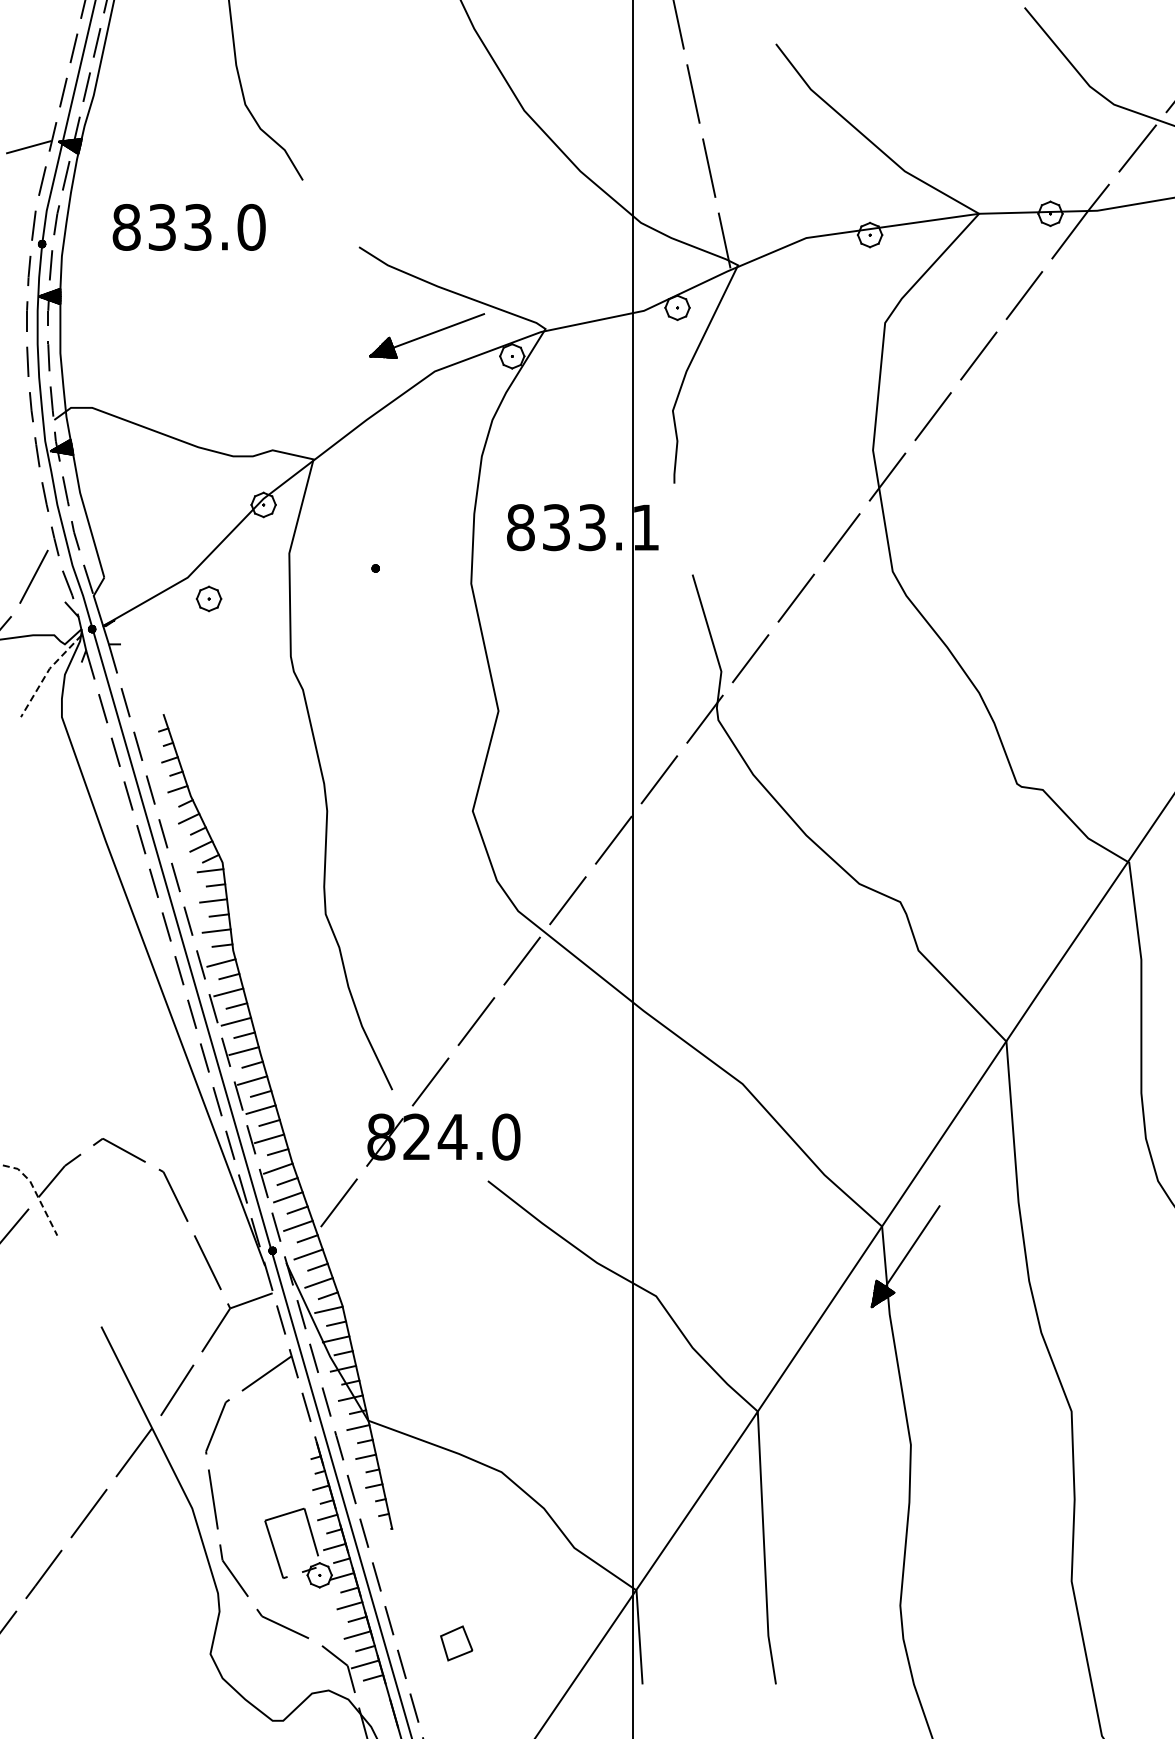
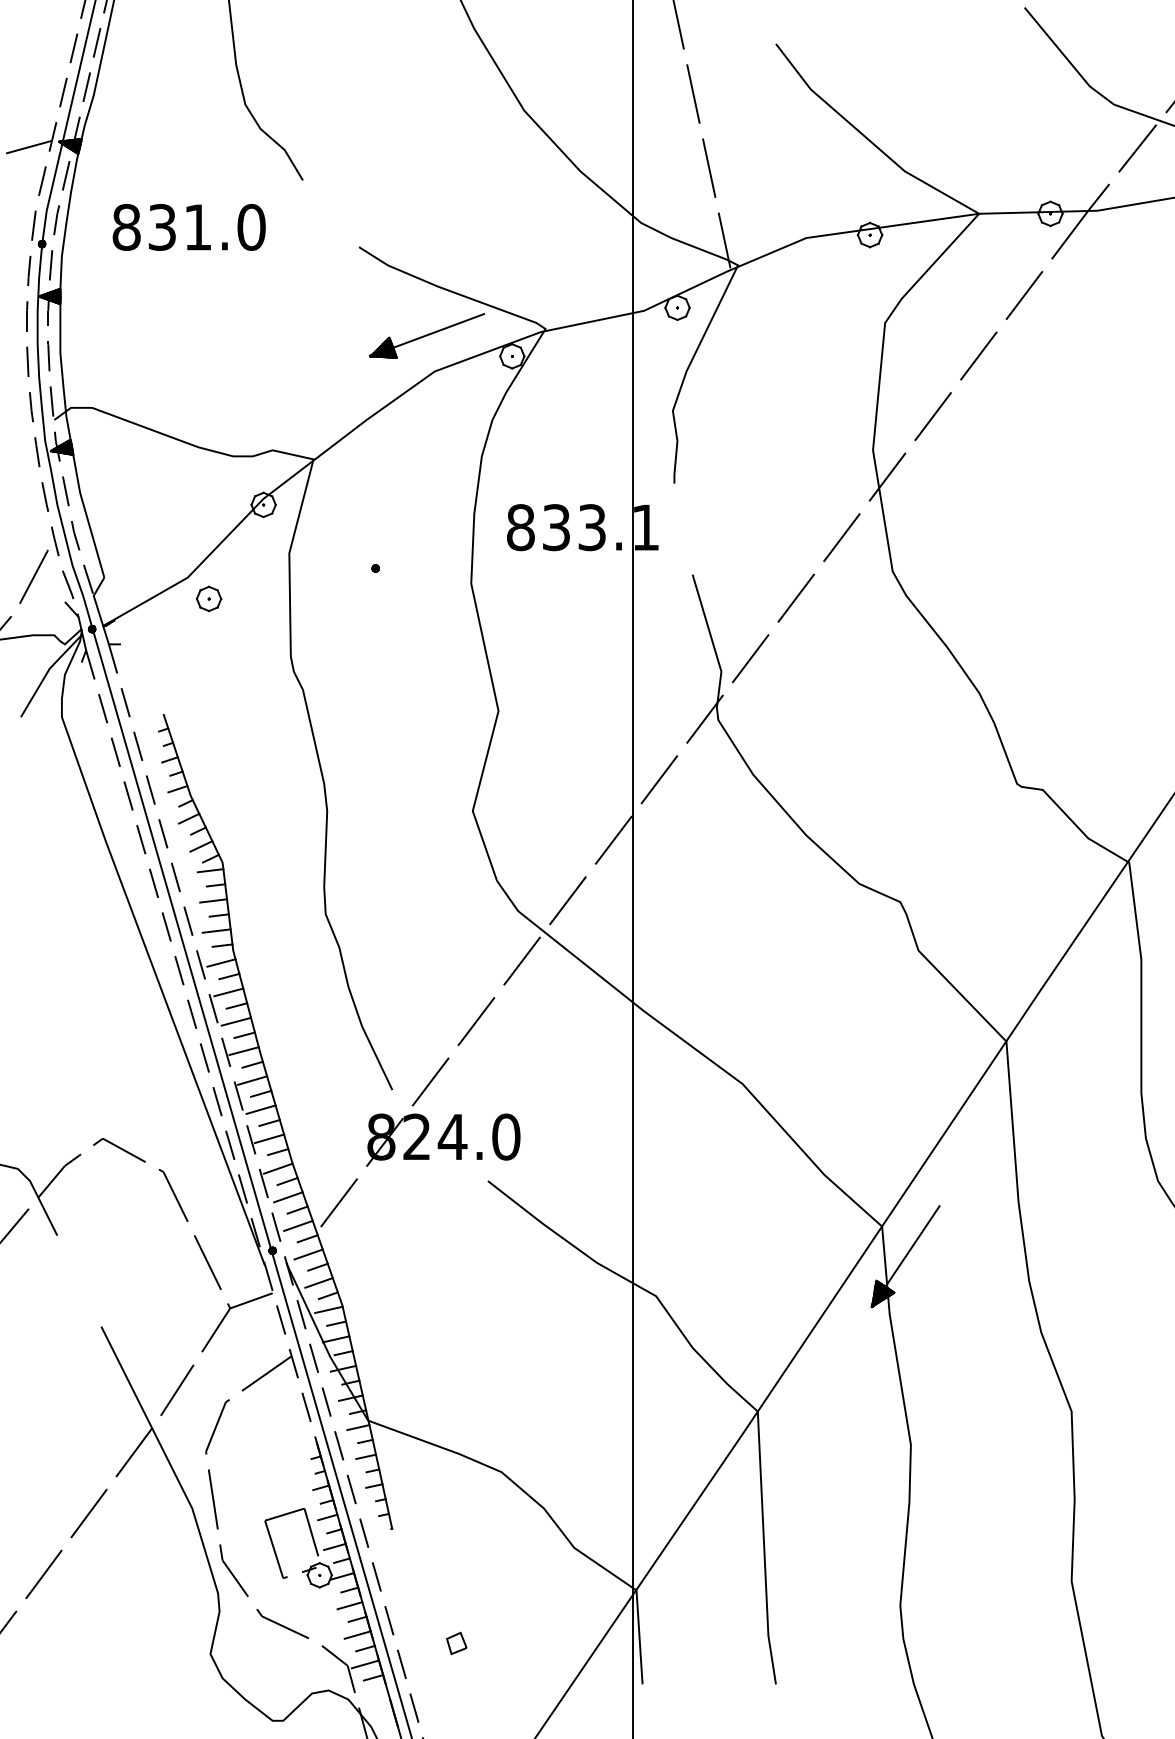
text at (197, 226): 833.0 -> 831.0
line at (47, 672): dashed -> solid
line at (35, 1191): dashed -> solid
part at (456, 1643) size: 34x37 px -> 22x25 px
